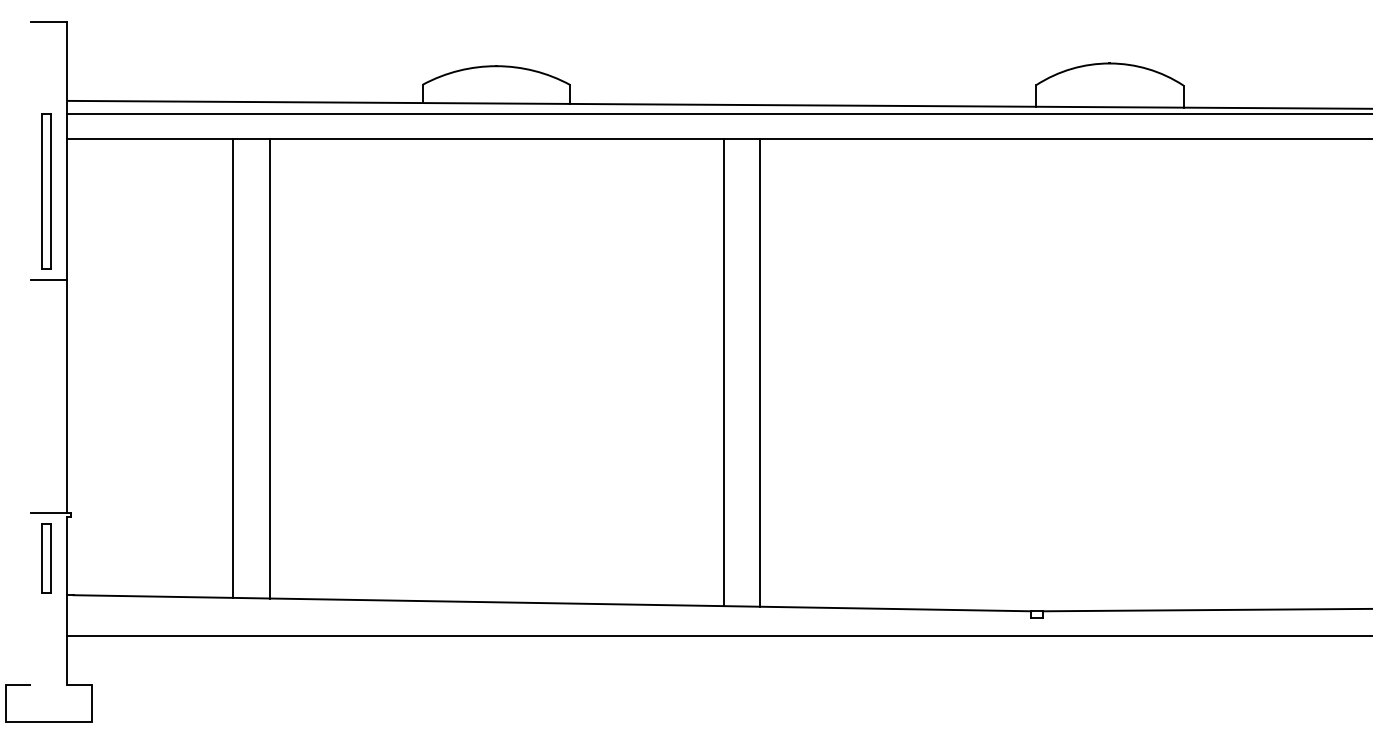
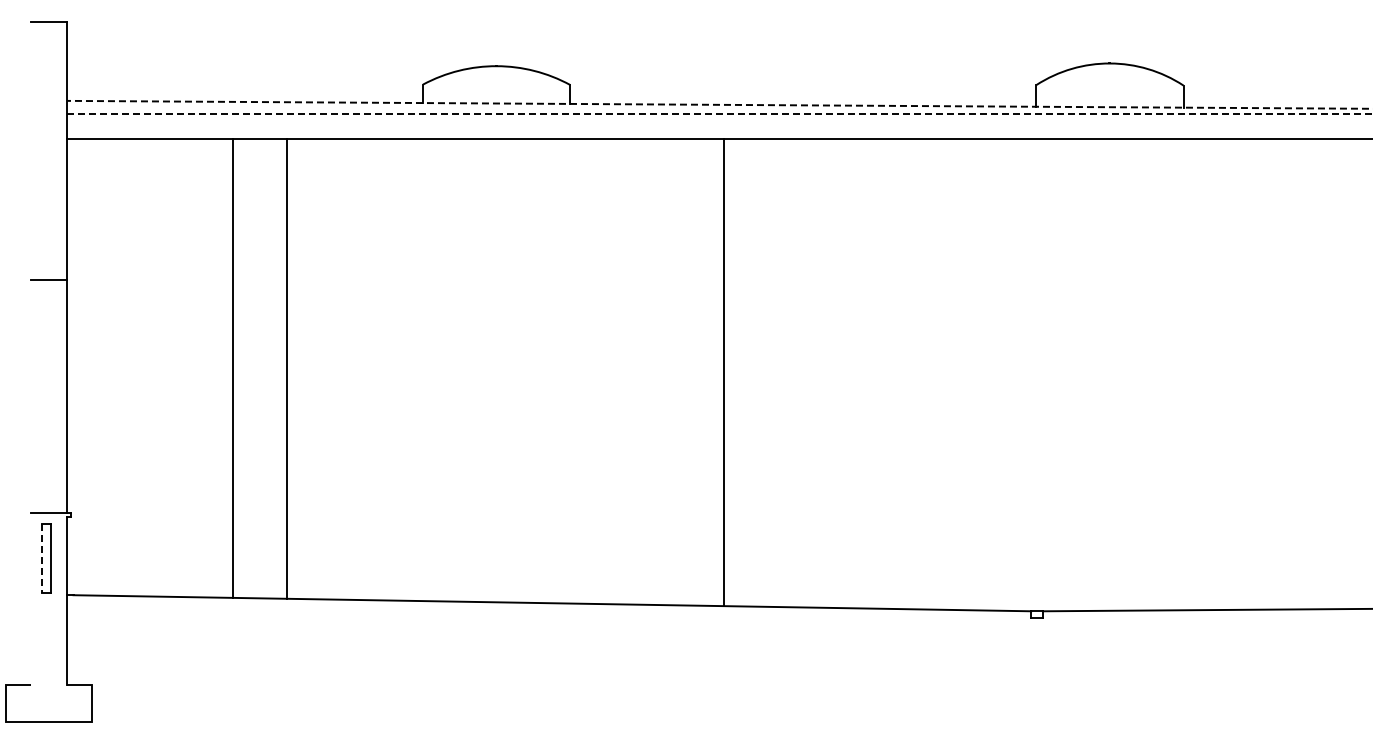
line at (720, 104): solid -> dashed
line at (720, 114): solid -> dashed
part at (46, 191): present -> none
line at (269, 368) position: (269, 368) -> (286, 368)
line at (760, 372): present -> none
line at (41, 558): solid -> dashed
line at (718, 636): present -> none
